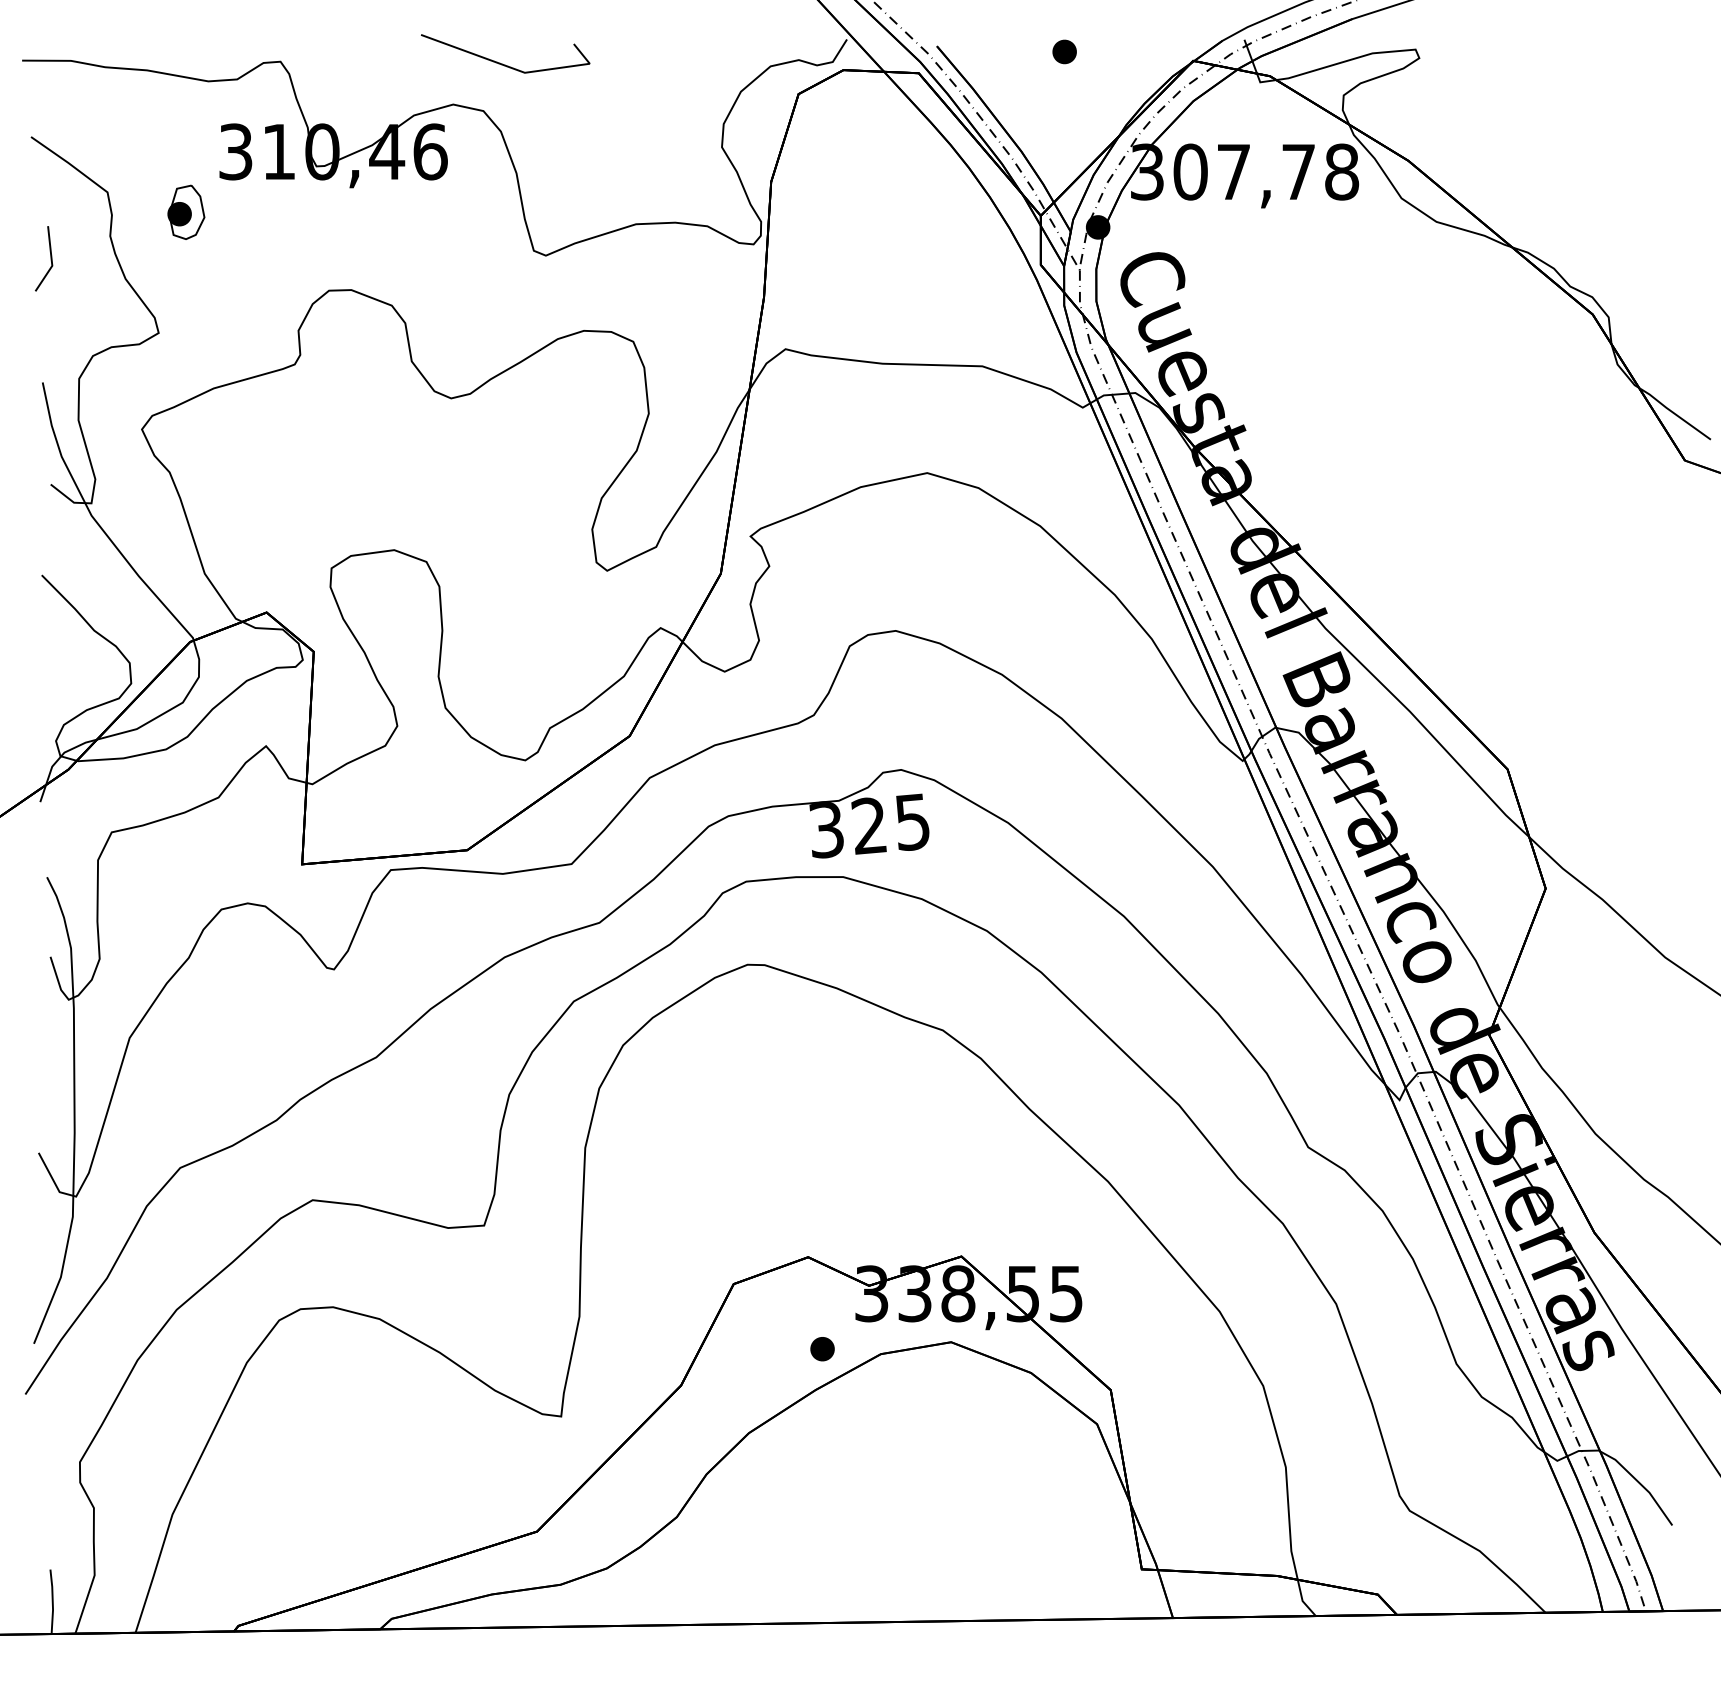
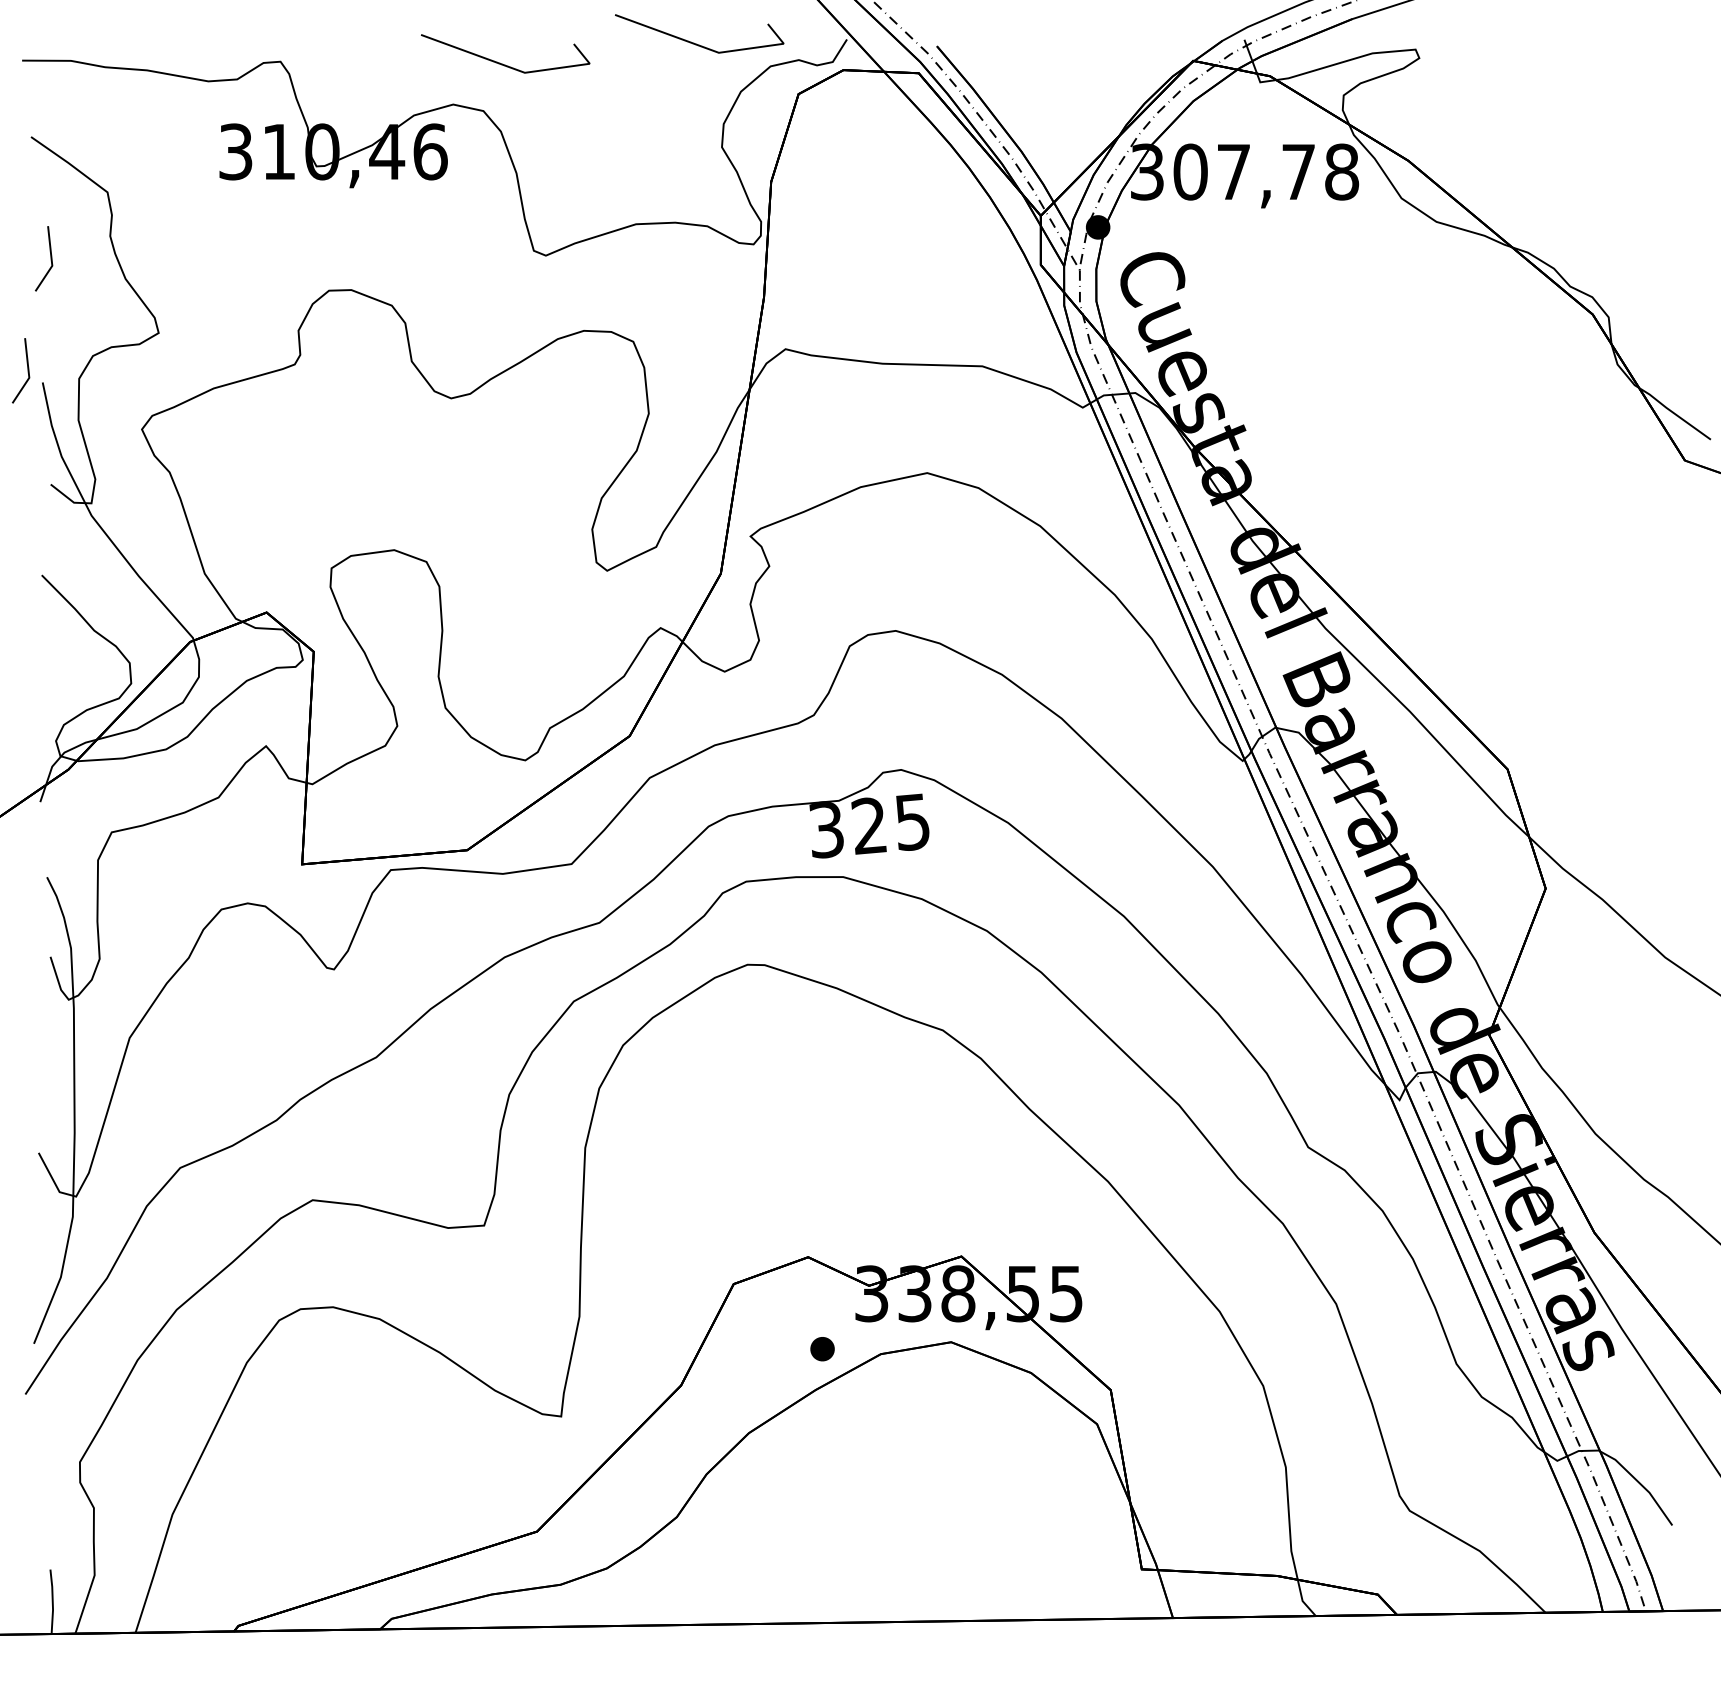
line at (694, 42): none -> present
part at (1064, 51): present -> none
part at (186, 211): present -> none
line at (27, 370): none -> present
